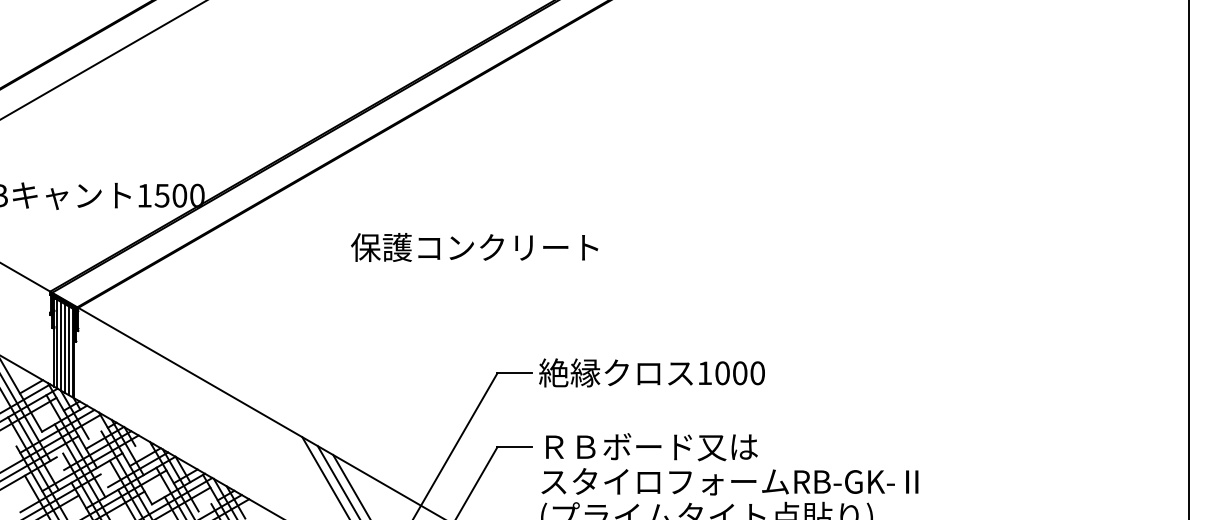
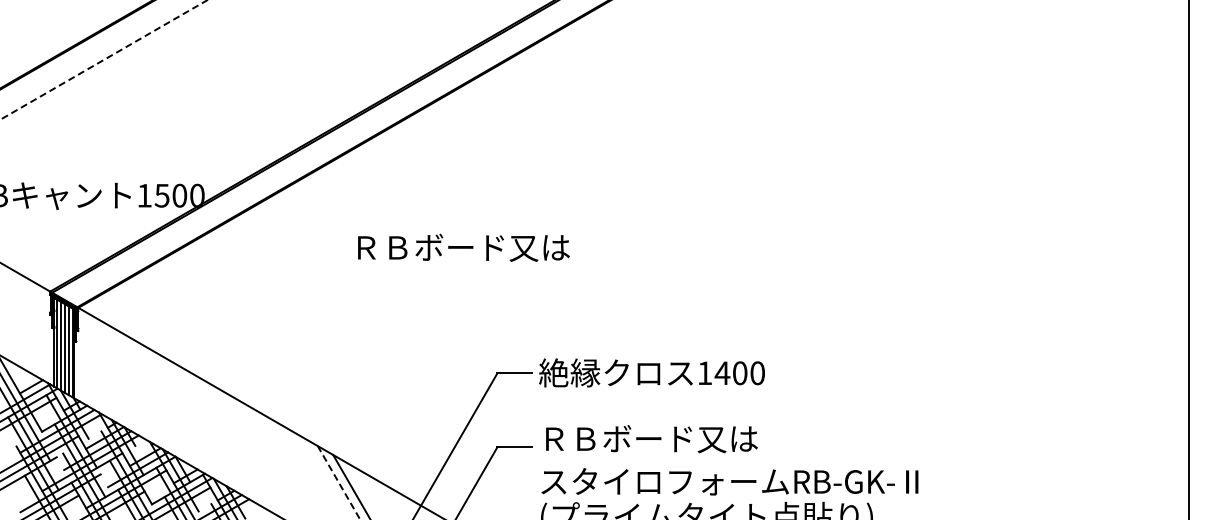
line at (103, 60): solid -> dashed
text at (474, 247): 保護コンクリート -> ＲＢボード又は
text at (722, 373): 1000 -> 1400
text at (651, 447) position: (651, 447) -> (651, 439)
line at (325, 476): present -> none
line at (338, 482): solid -> dashed
